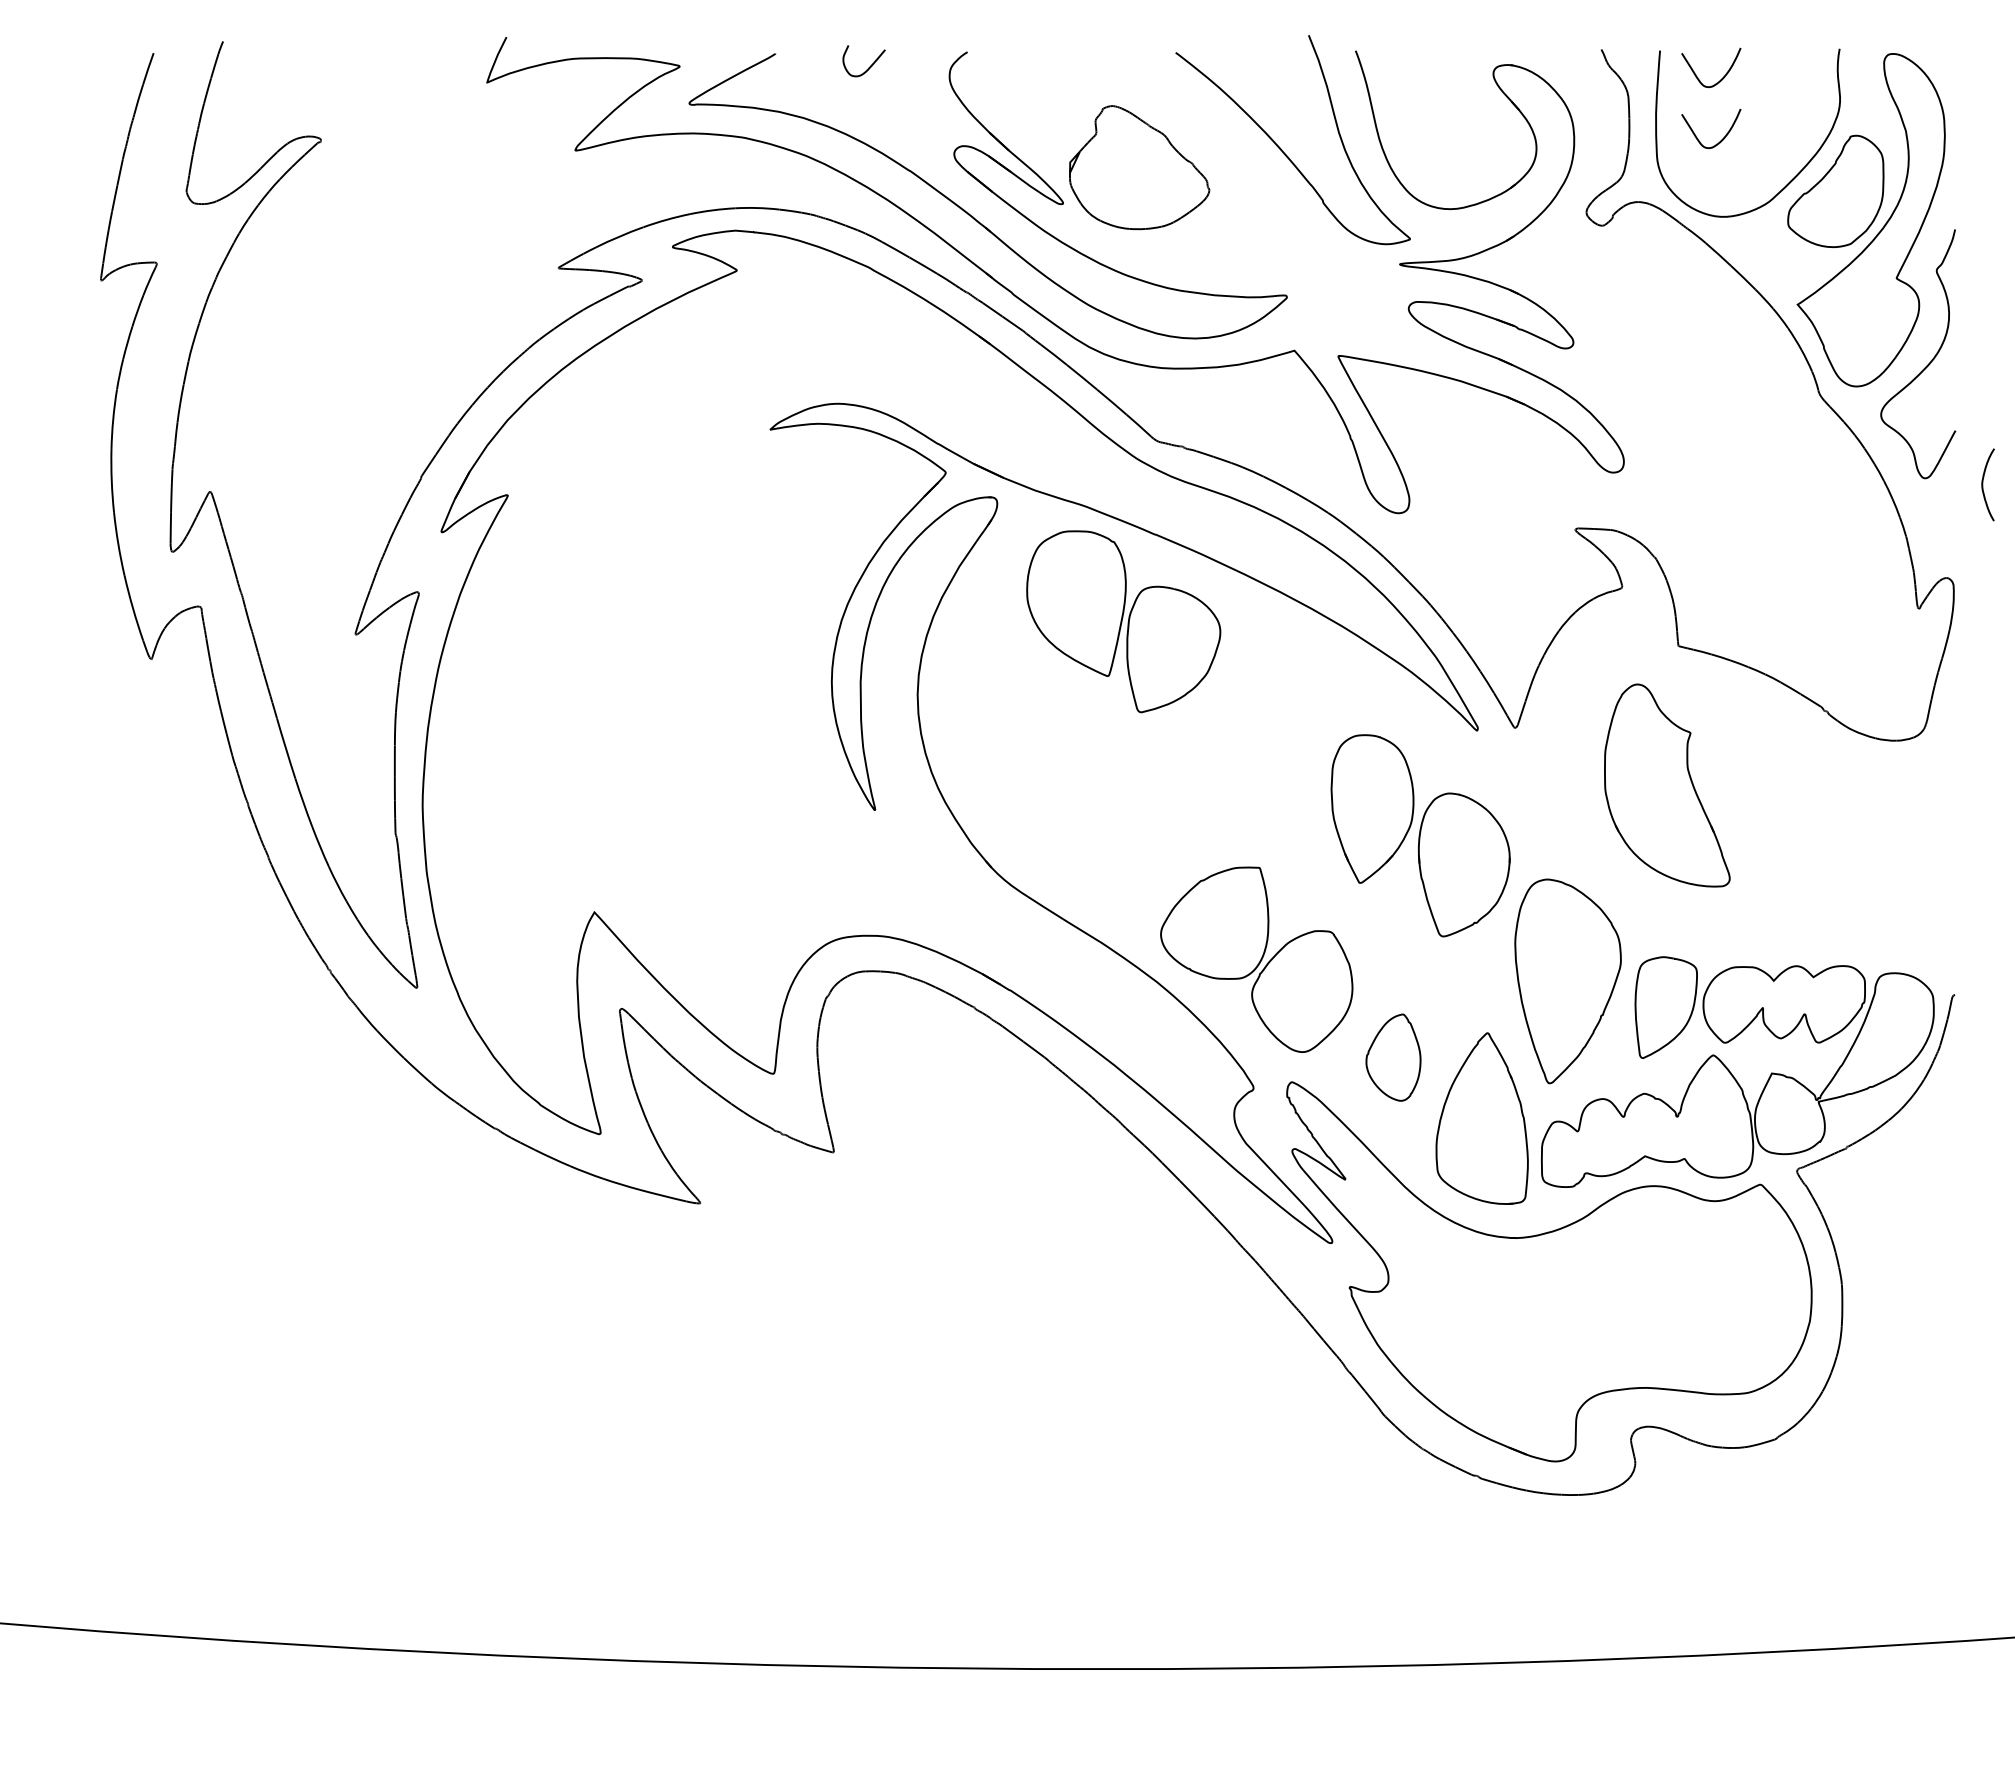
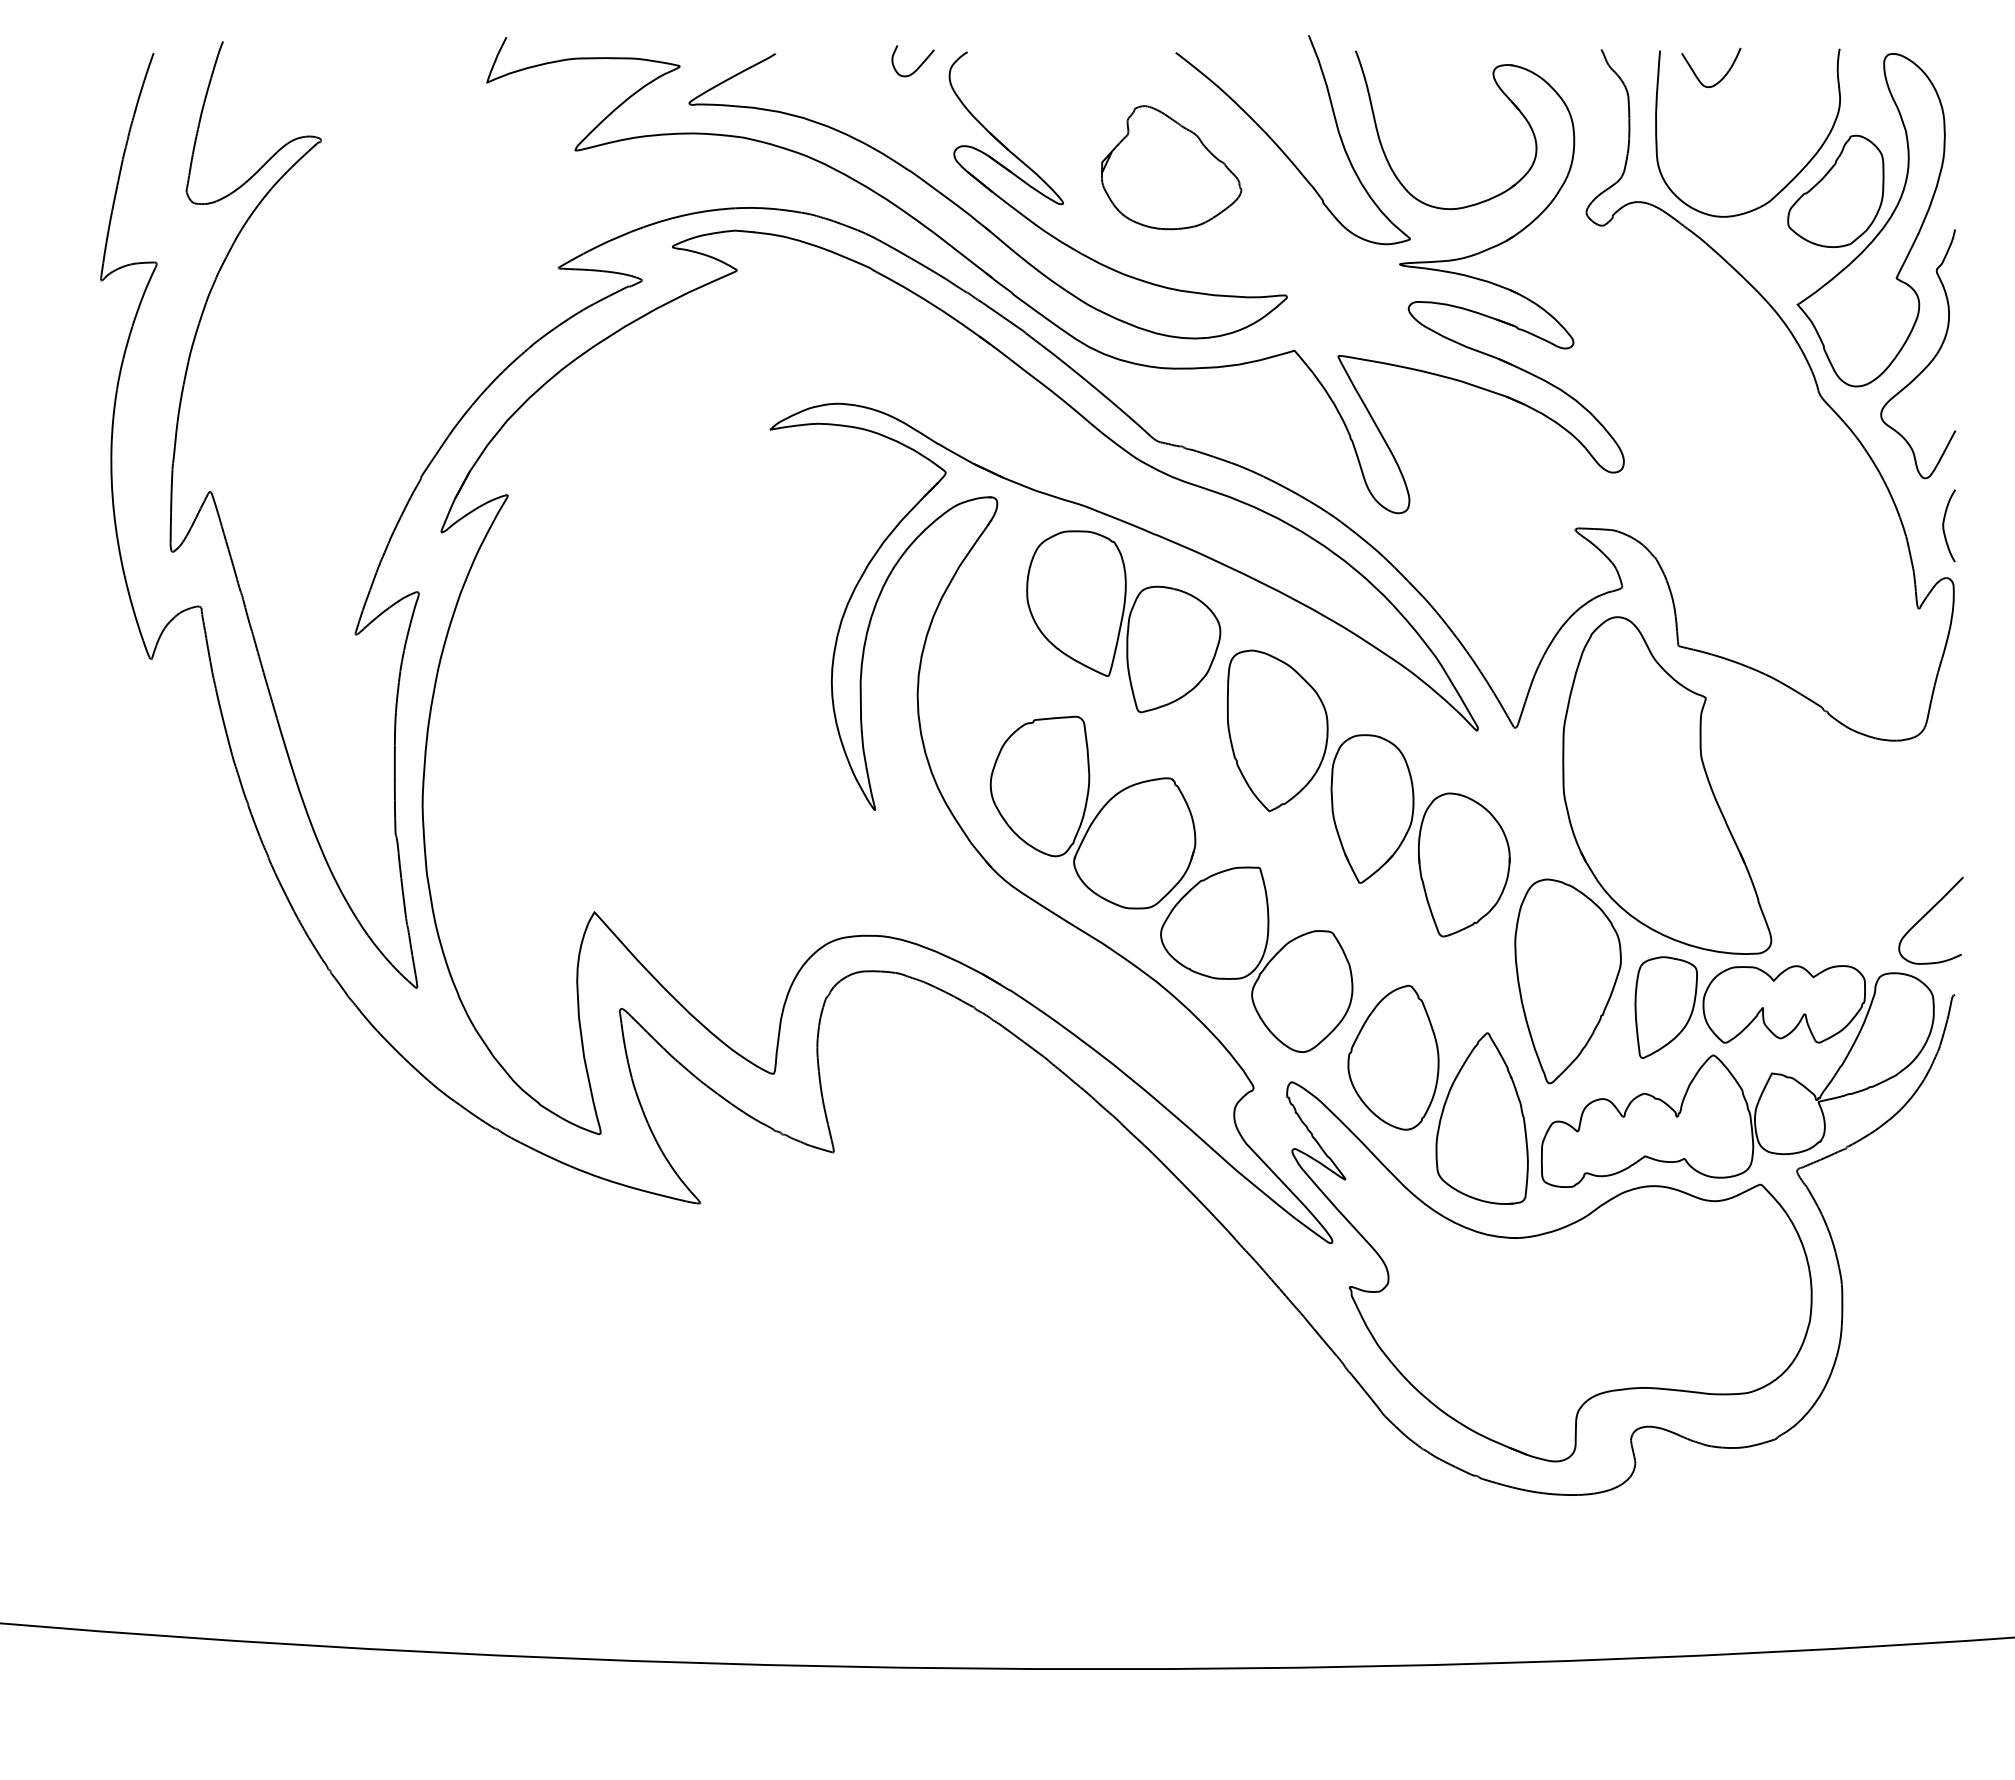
curve at (869, 66) position: (869, 66) -> (918, 66)
curve at (1722, 138): present -> none
part at (1139, 167) position: (1139, 167) -> (1171, 167)
curve at (1983, 484) position: (1983, 484) -> (1944, 525)
part at (1277, 730): none -> present
part at (1667, 785) size: 127x205 px -> 211x339 px
part at (1092, 812): none -> present
curve at (1926, 915): none -> present
part at (1393, 1057) size: 57x89 px -> 93x147 px
